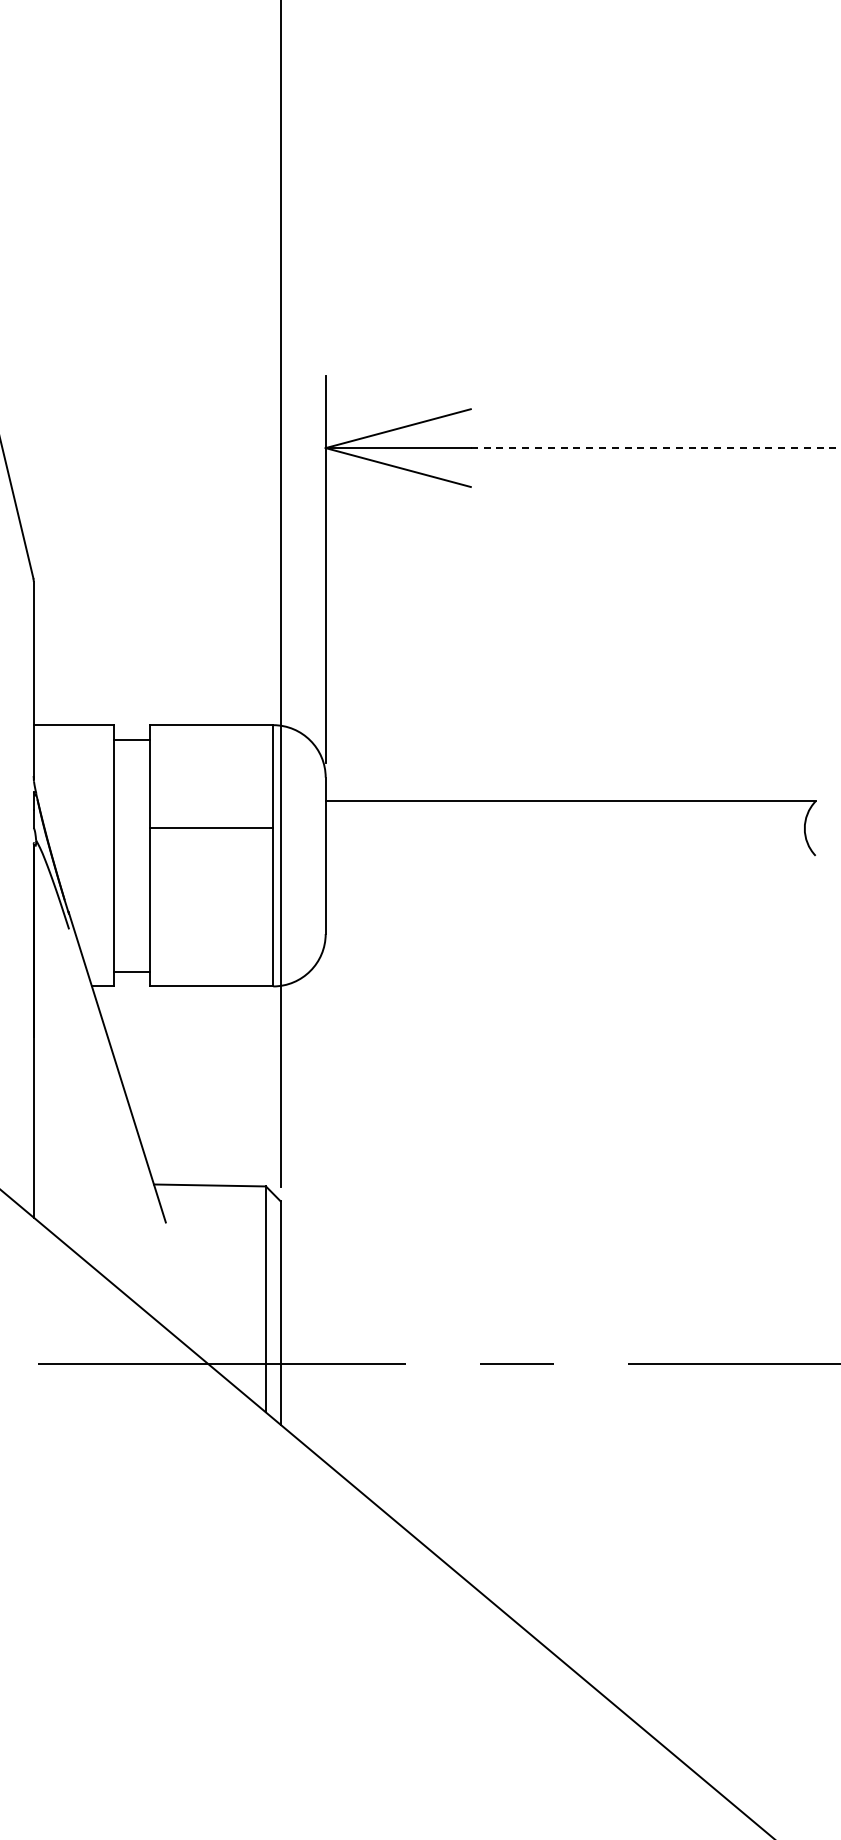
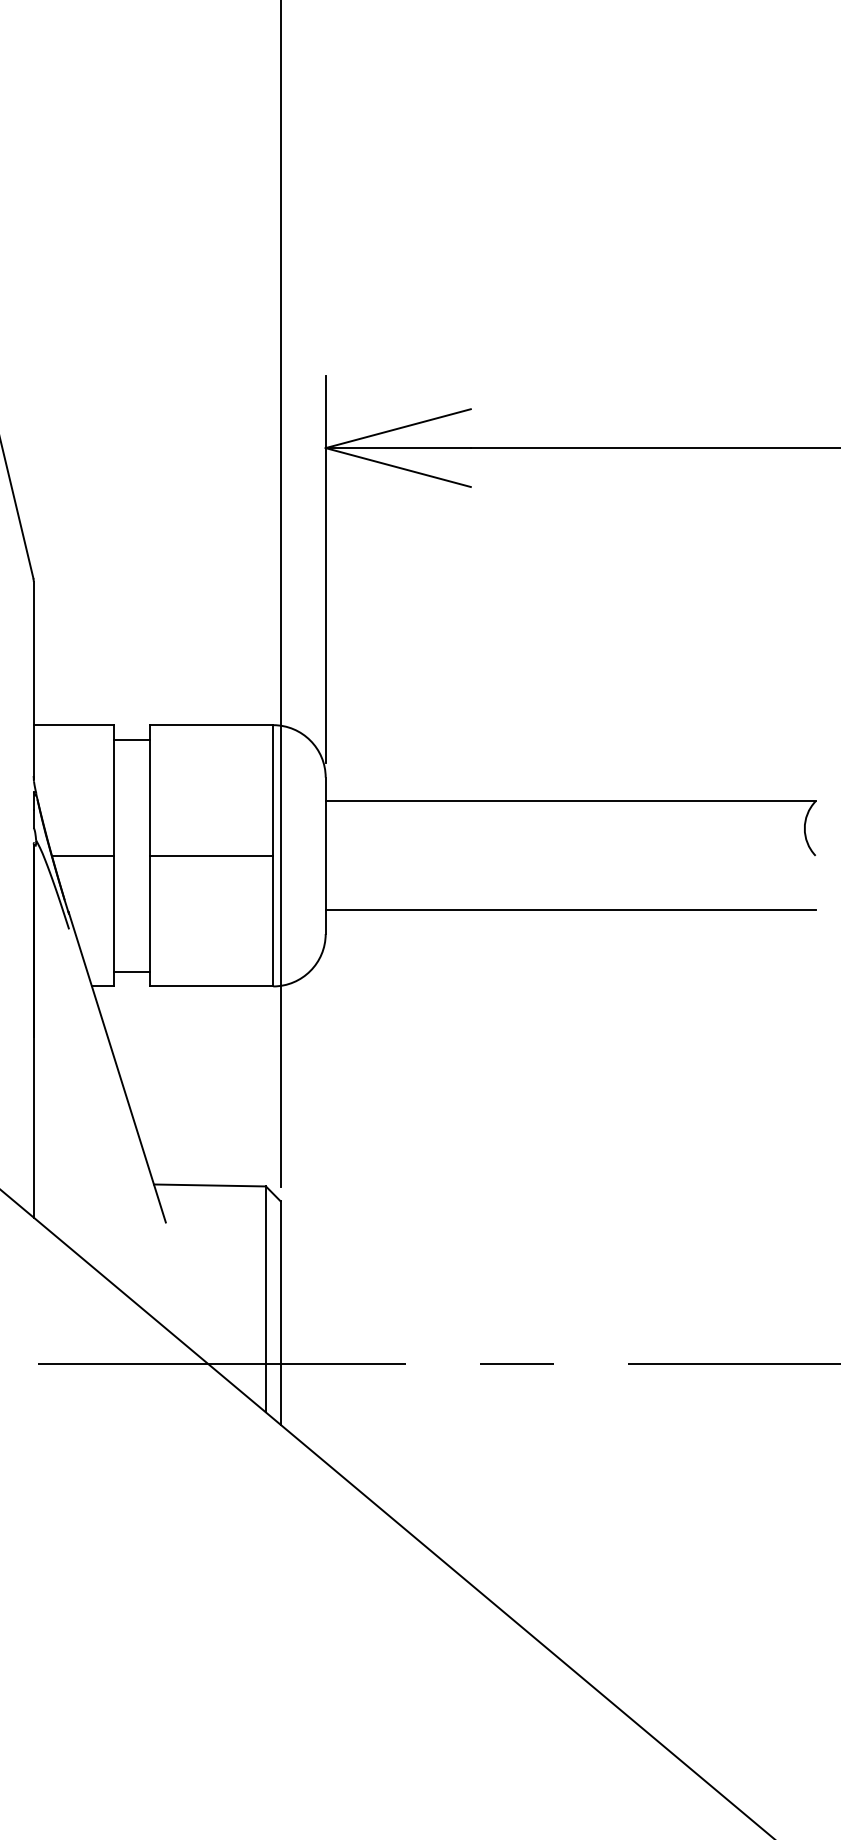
line at (655, 448): dashed -> solid
line at (211, 827) position: (211, 827) -> (211, 855)
line at (82, 855): none -> present
line at (570, 910): none -> present
